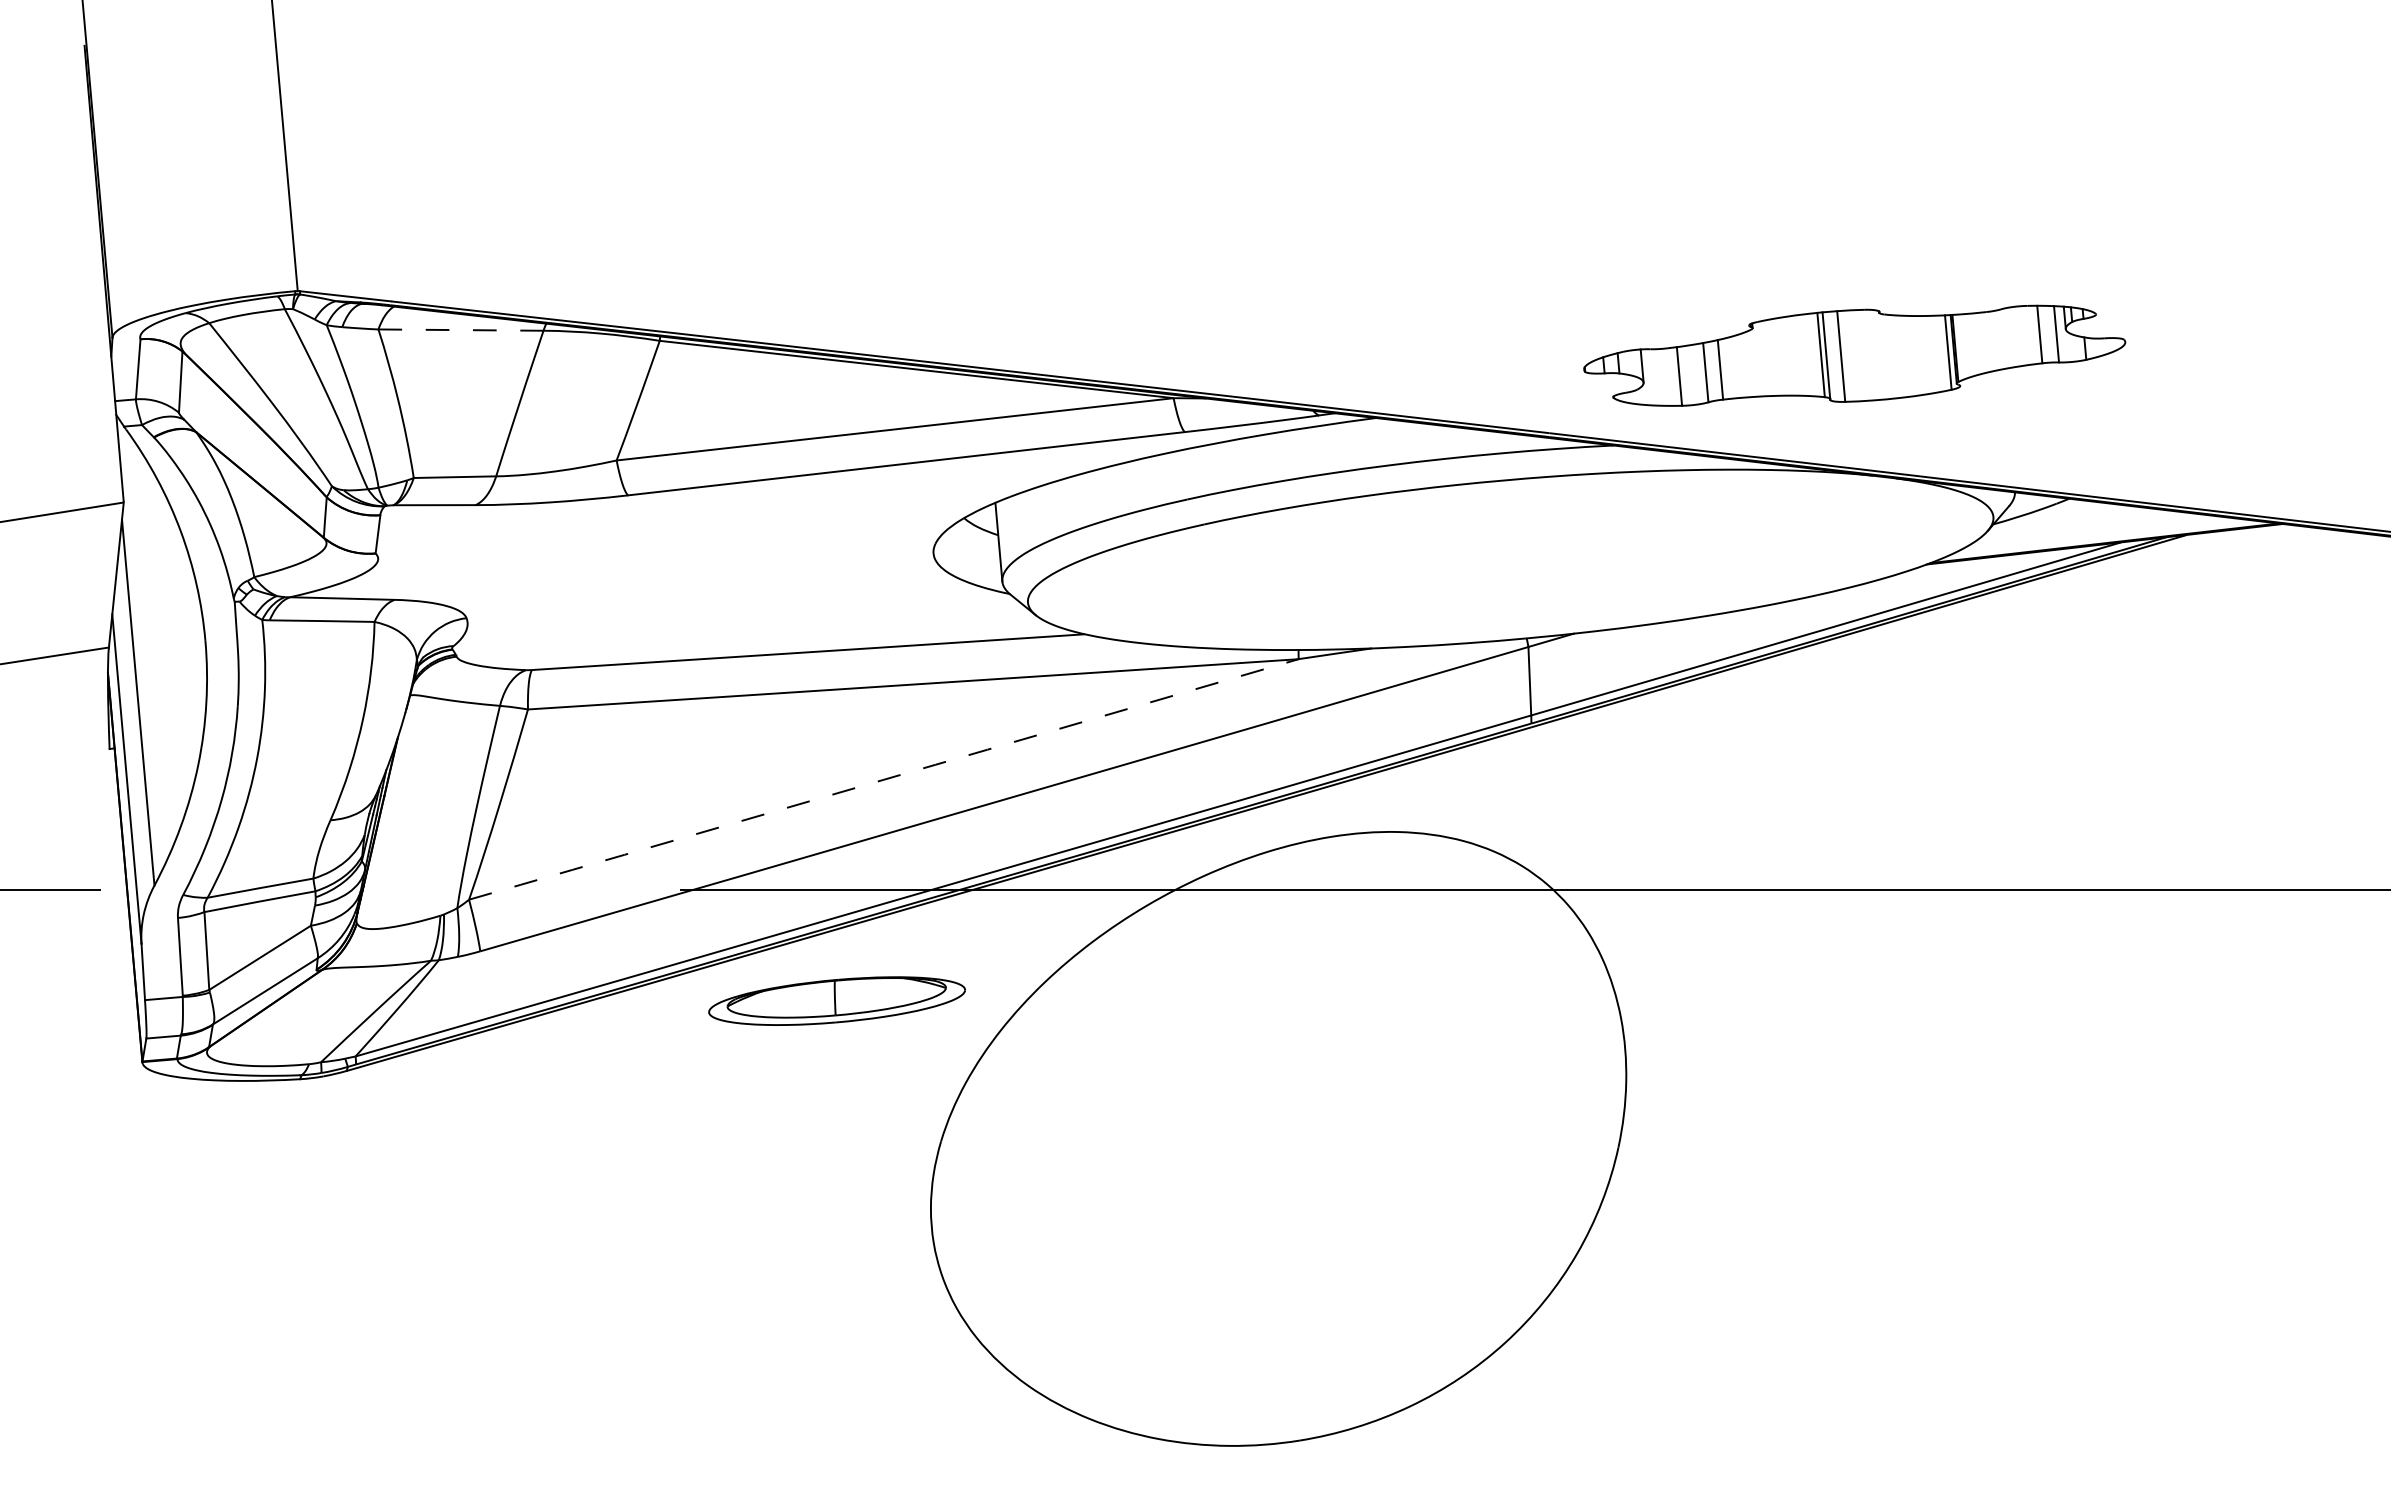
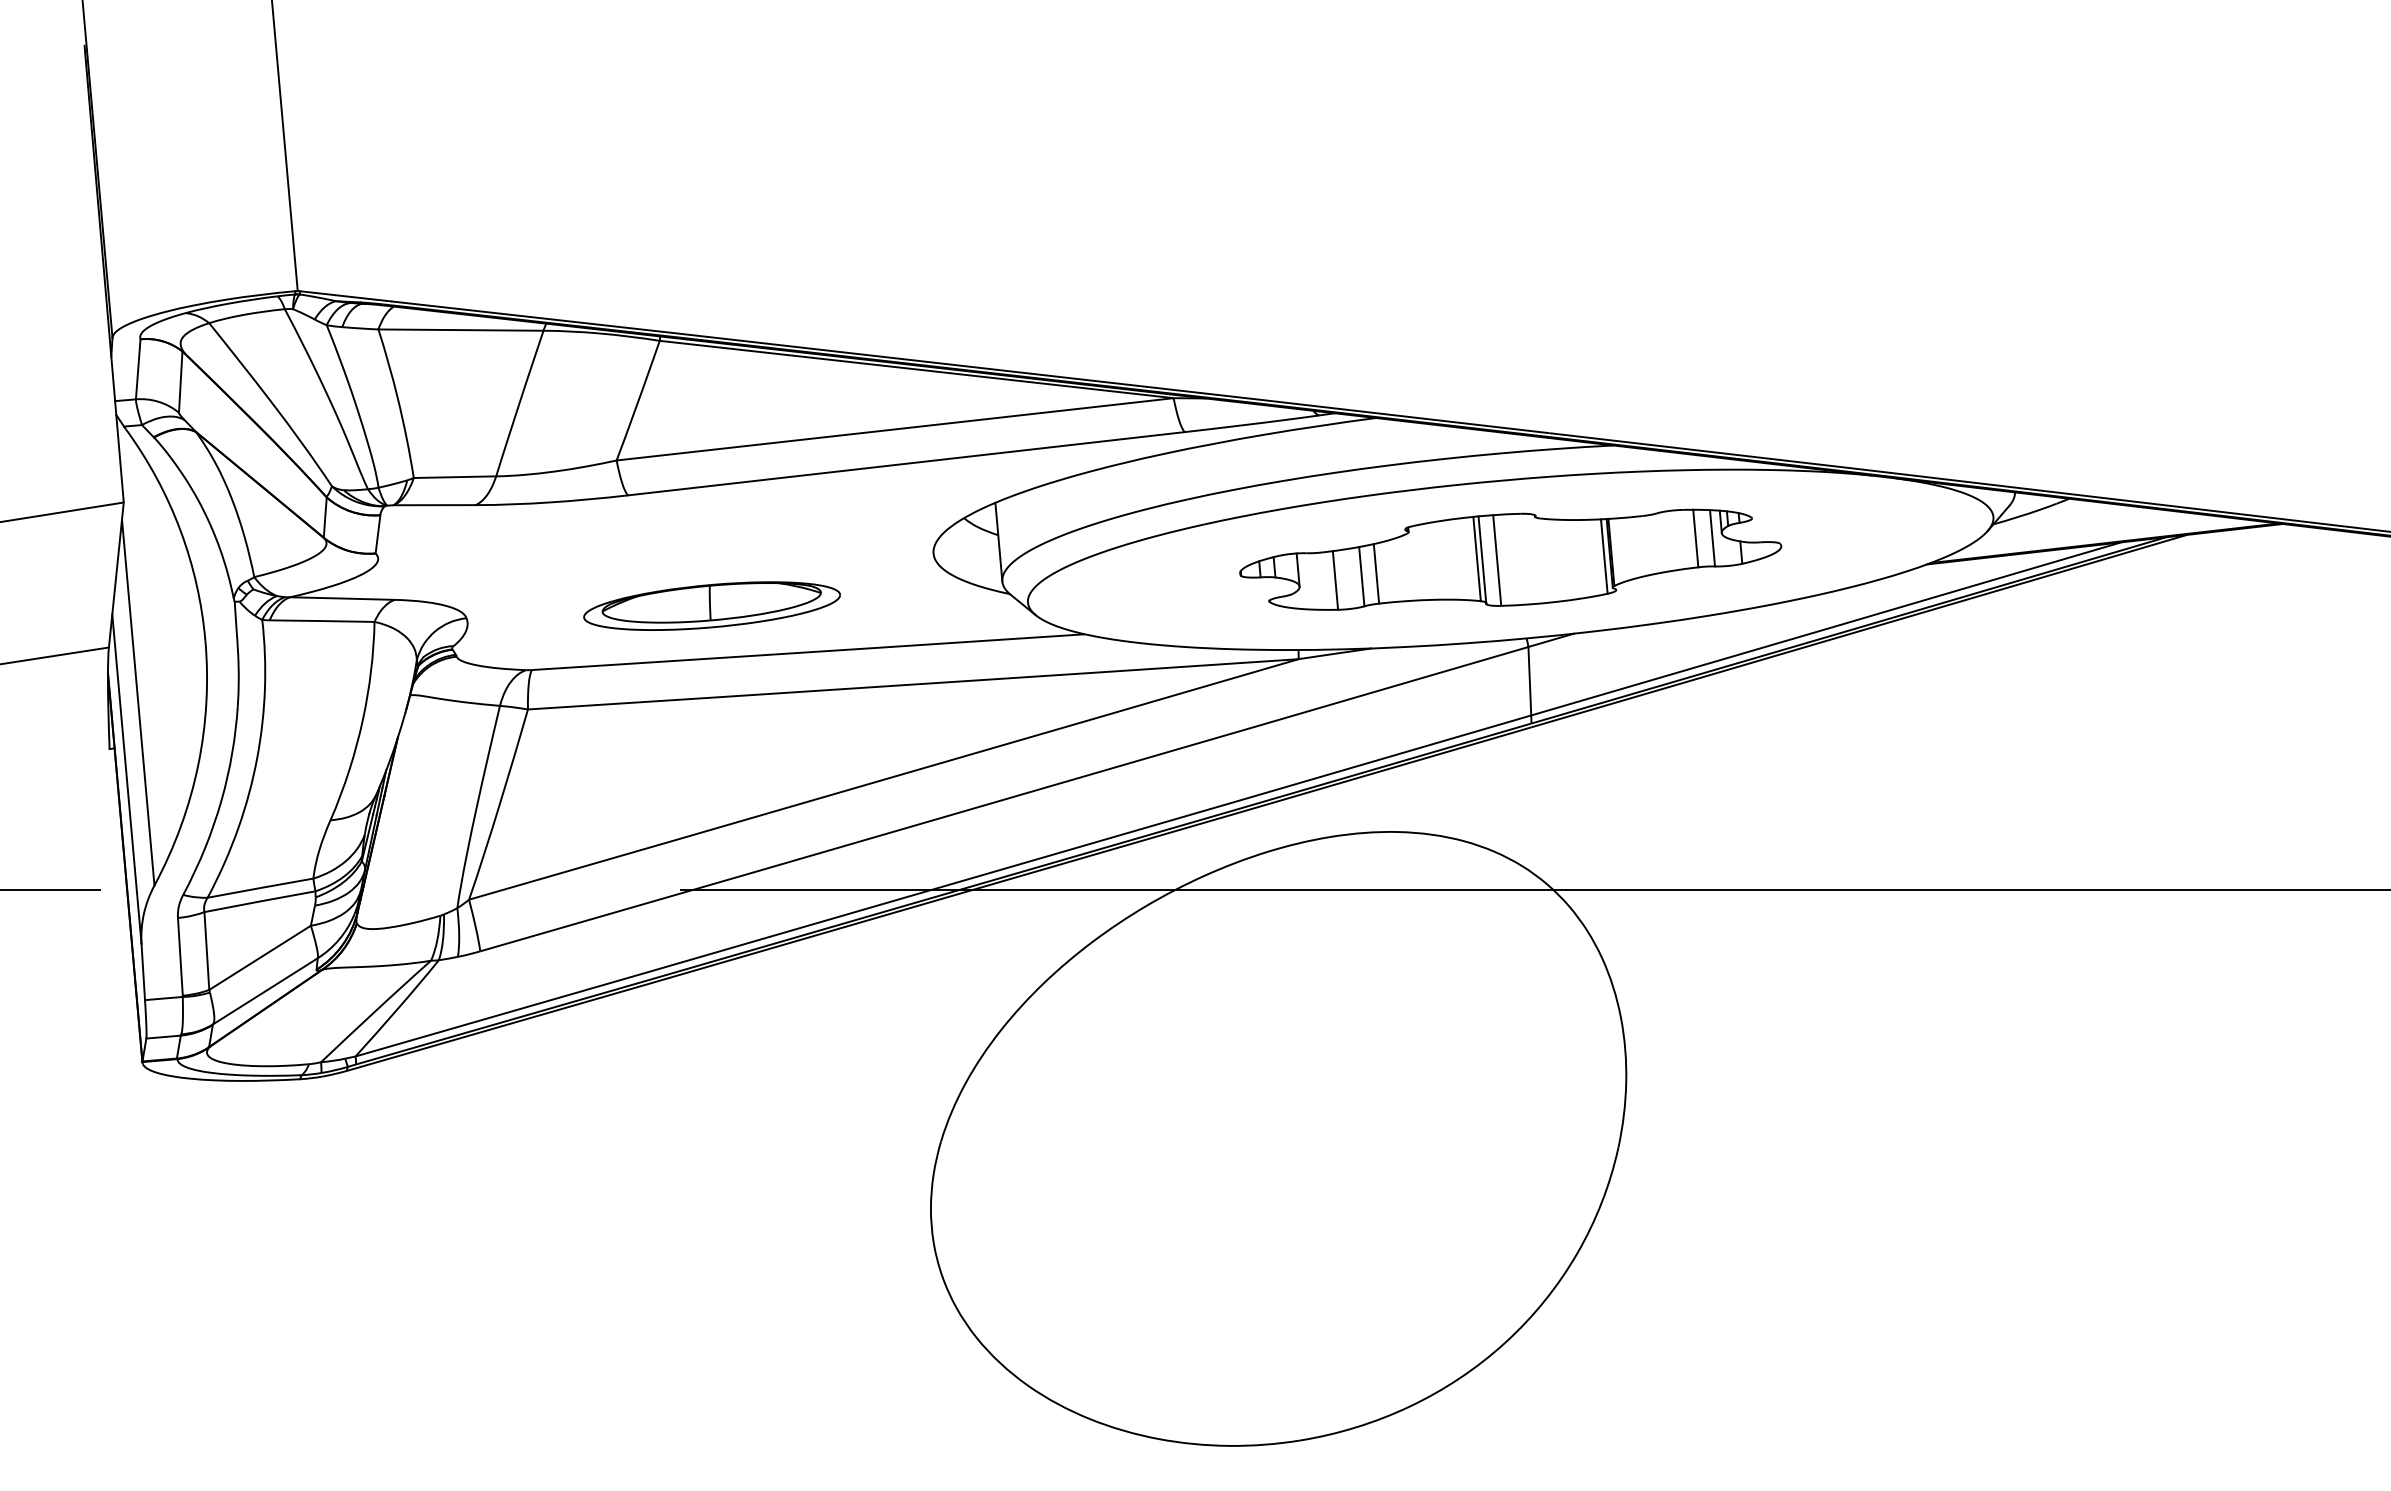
line at (460, 330): dashed -> solid
part at (1854, 355) position: (1854, 355) -> (1510, 559)
arc at (883, 779): dashed -> solid
part at (836, 1000) position: (836, 1000) -> (711, 605)
